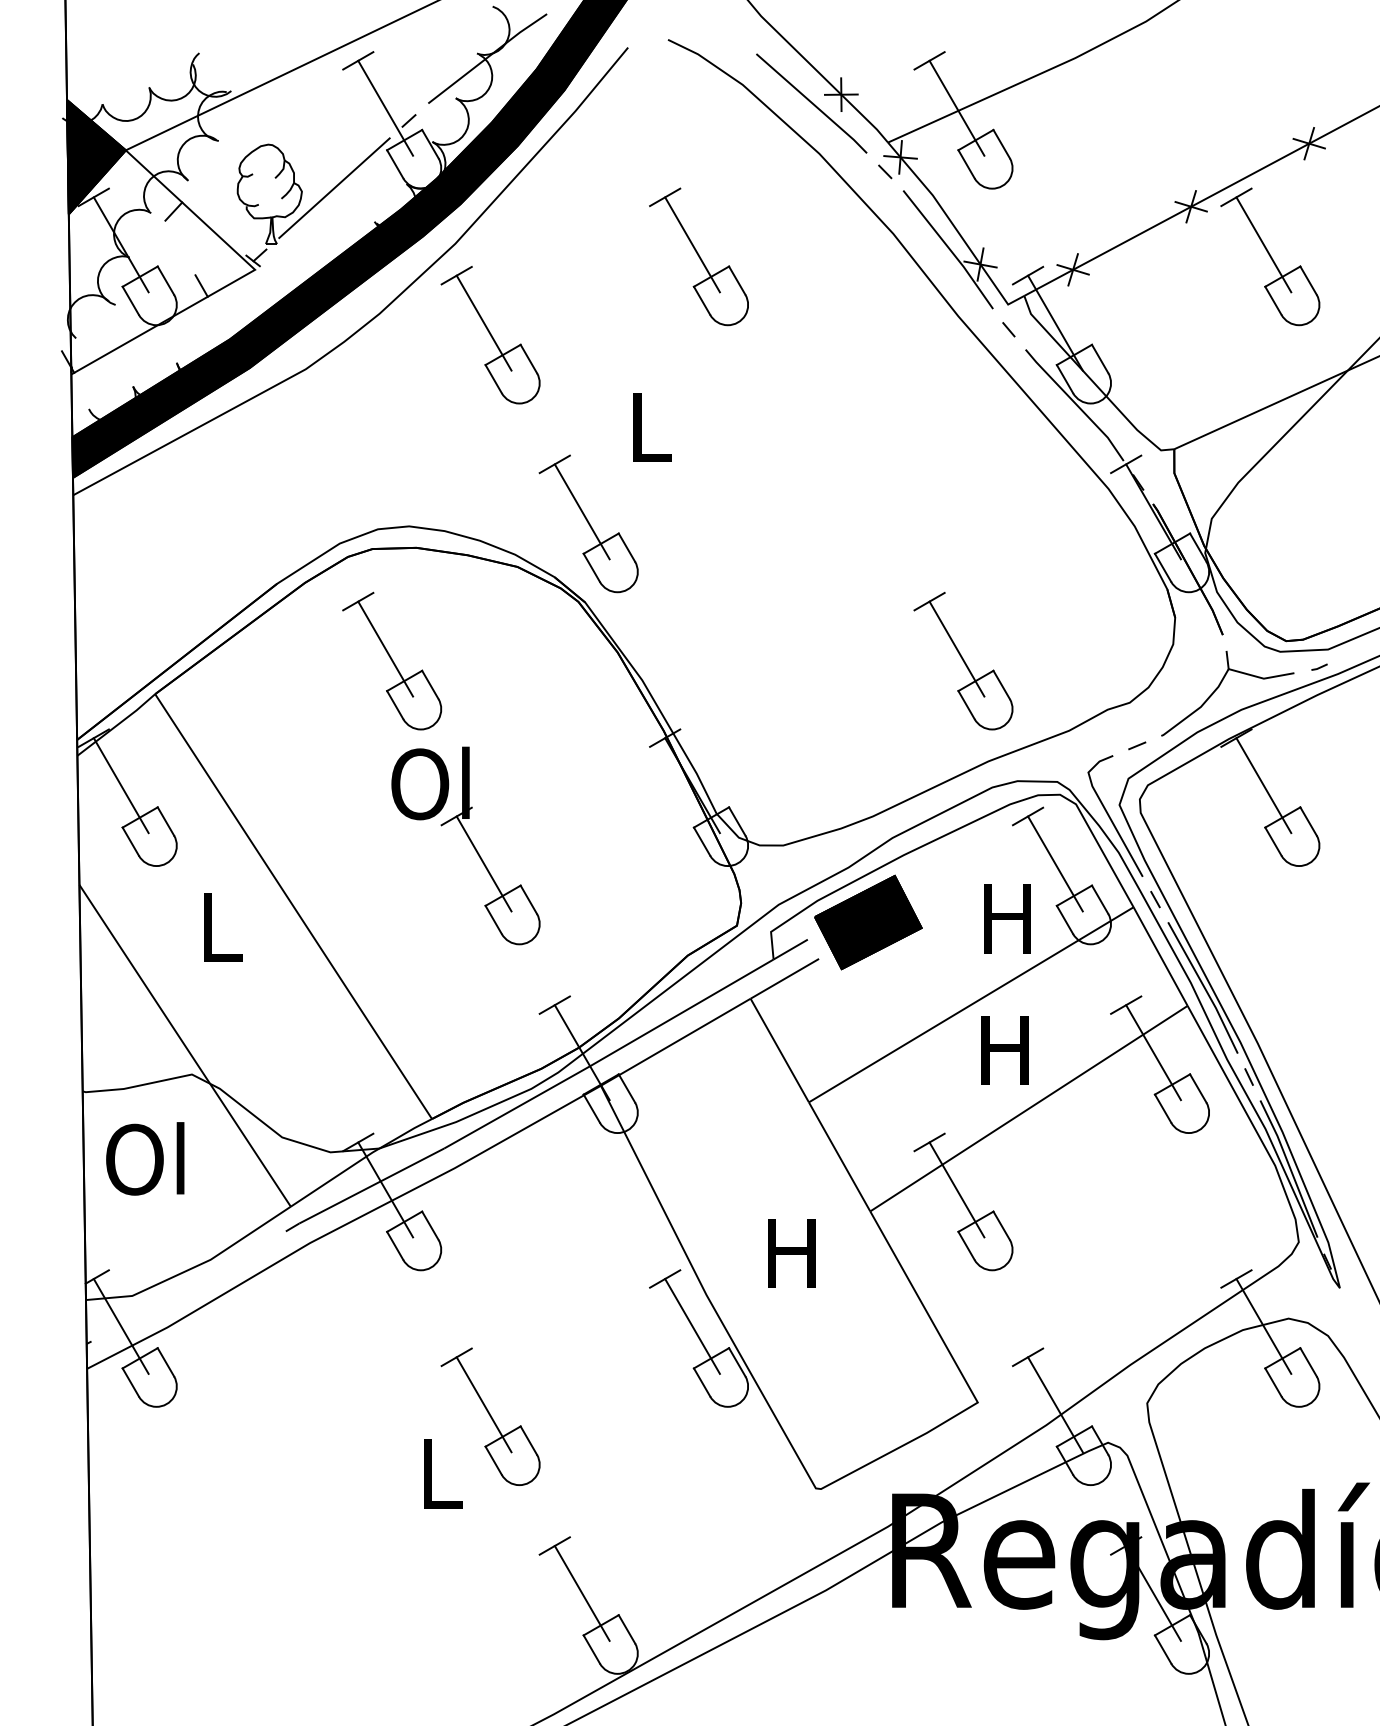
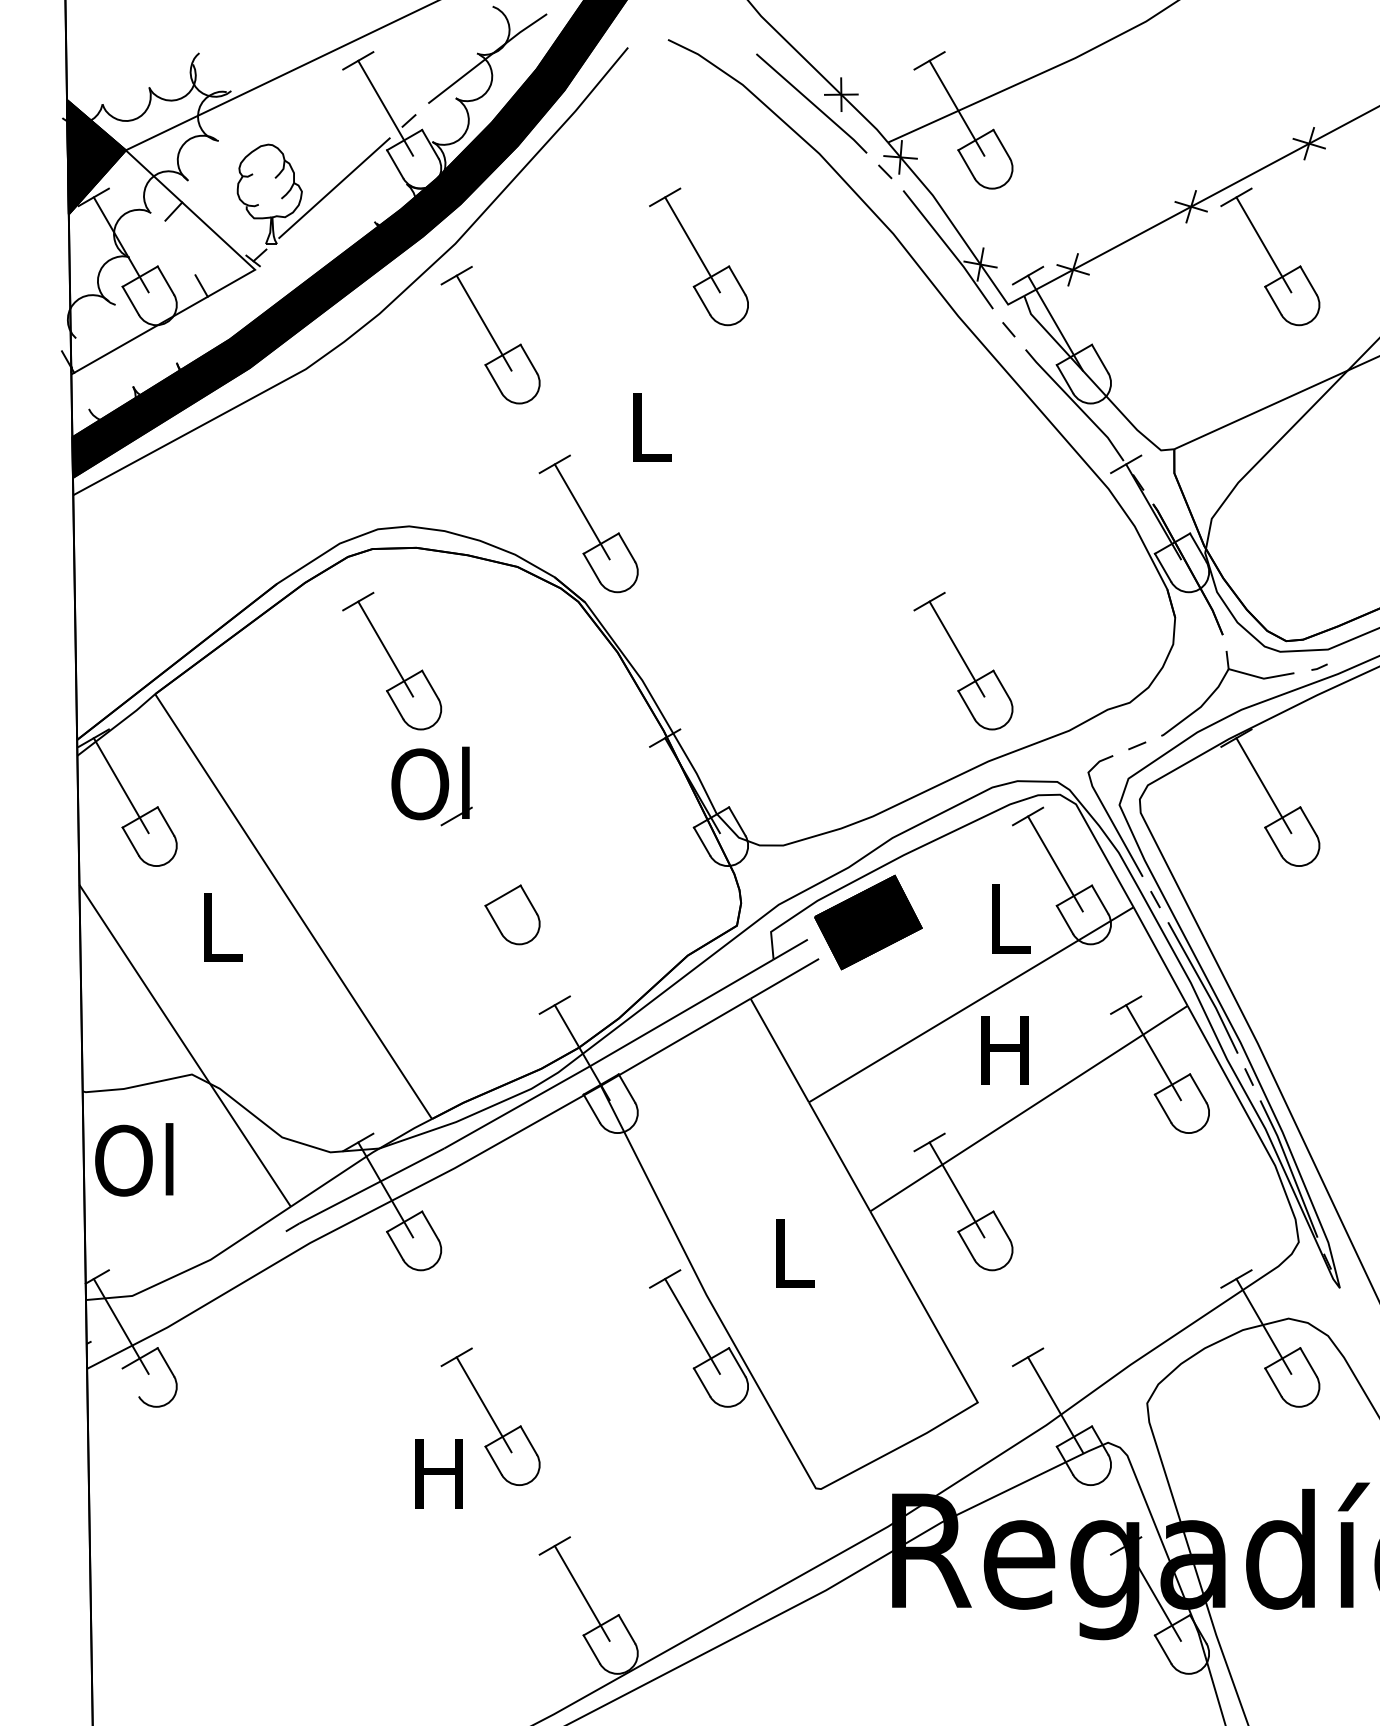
line at (483, 863): present -> none
text at (1007, 918): H -> L
text at (145, 1158) position: (145, 1158) -> (134, 1159)
text at (791, 1253): H -> L
line at (130, 1382): present -> none
text at (438, 1473): L -> H
